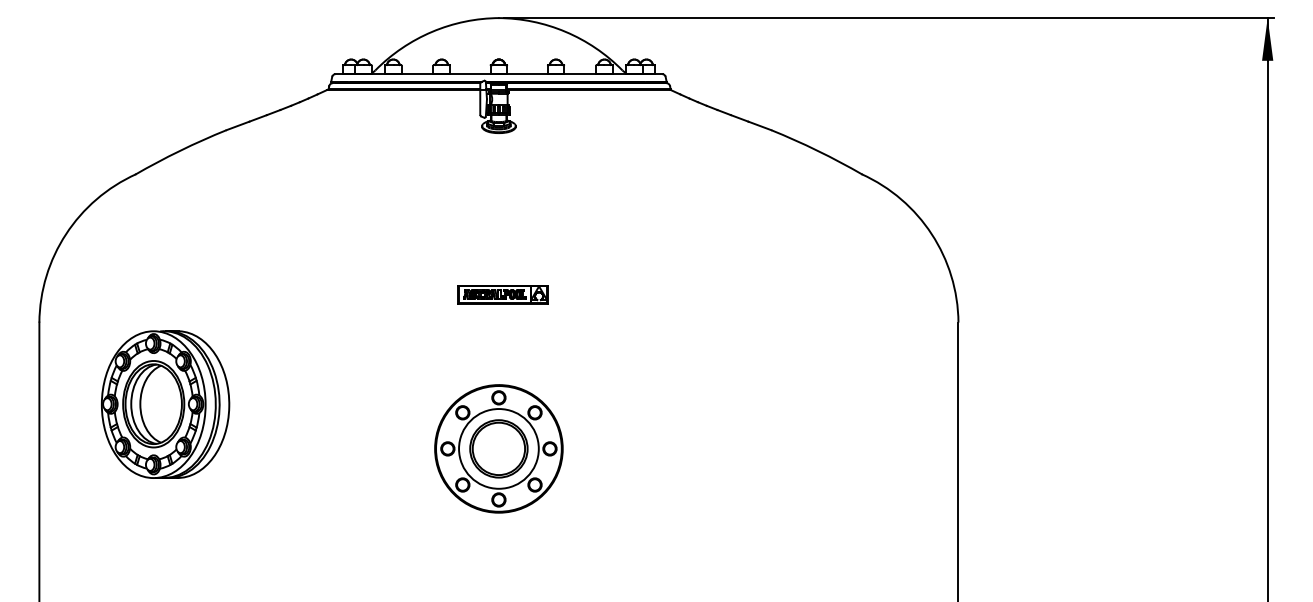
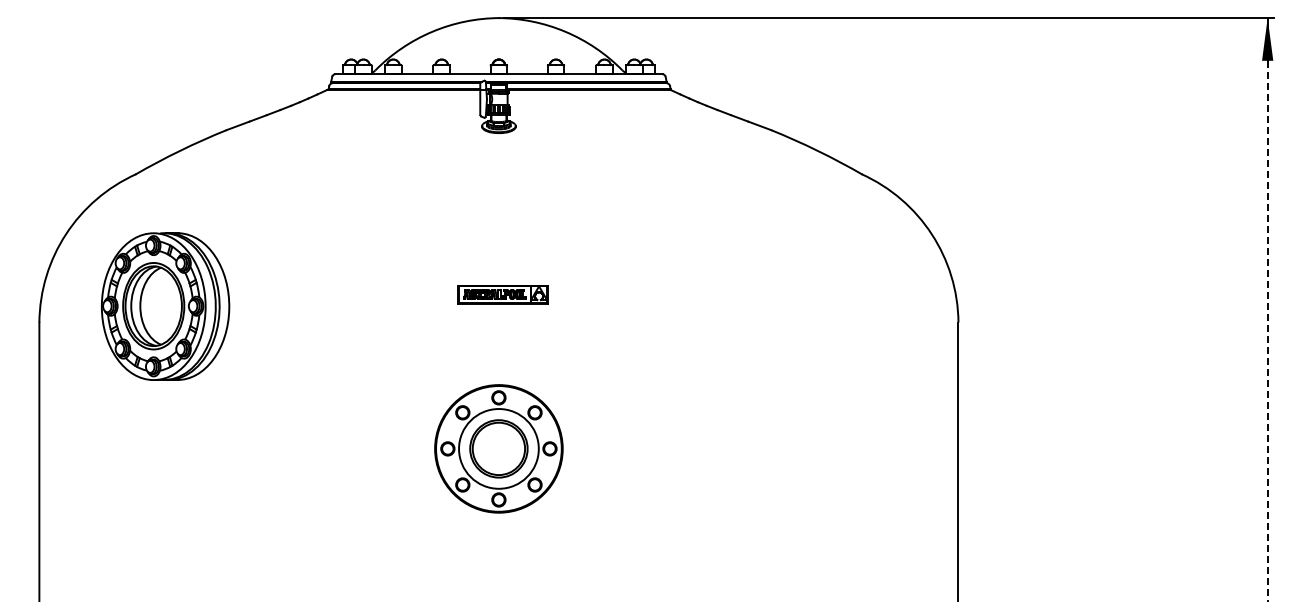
line at (1267, 331): solid -> dashed
part at (165, 404) position: (165, 404) -> (165, 306)
